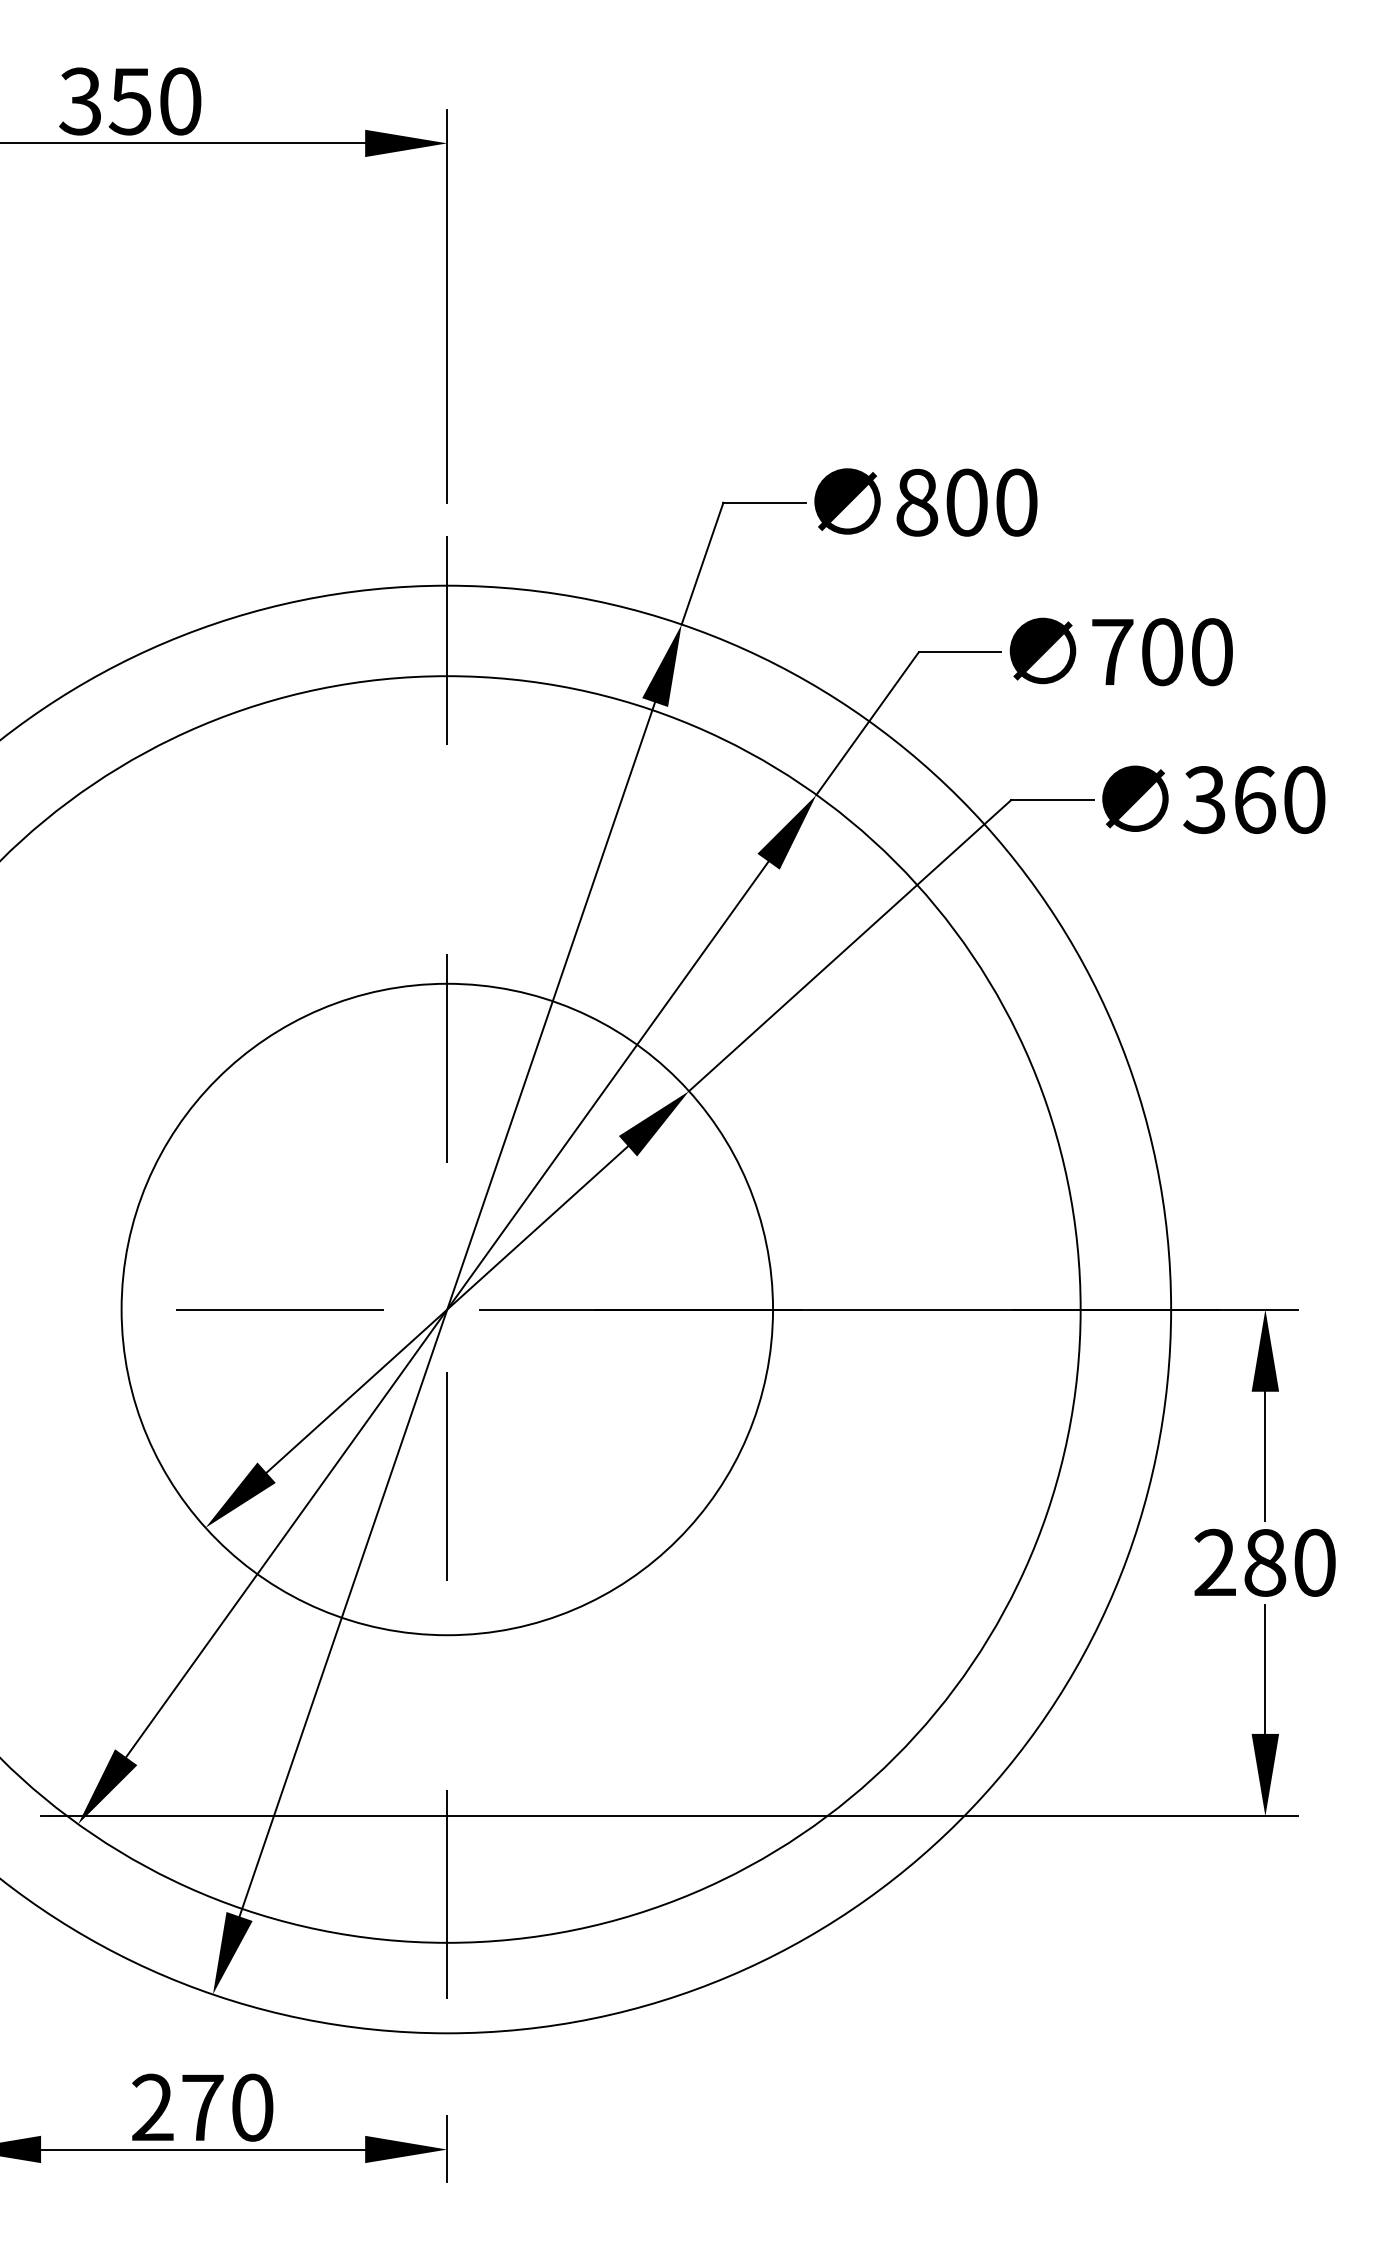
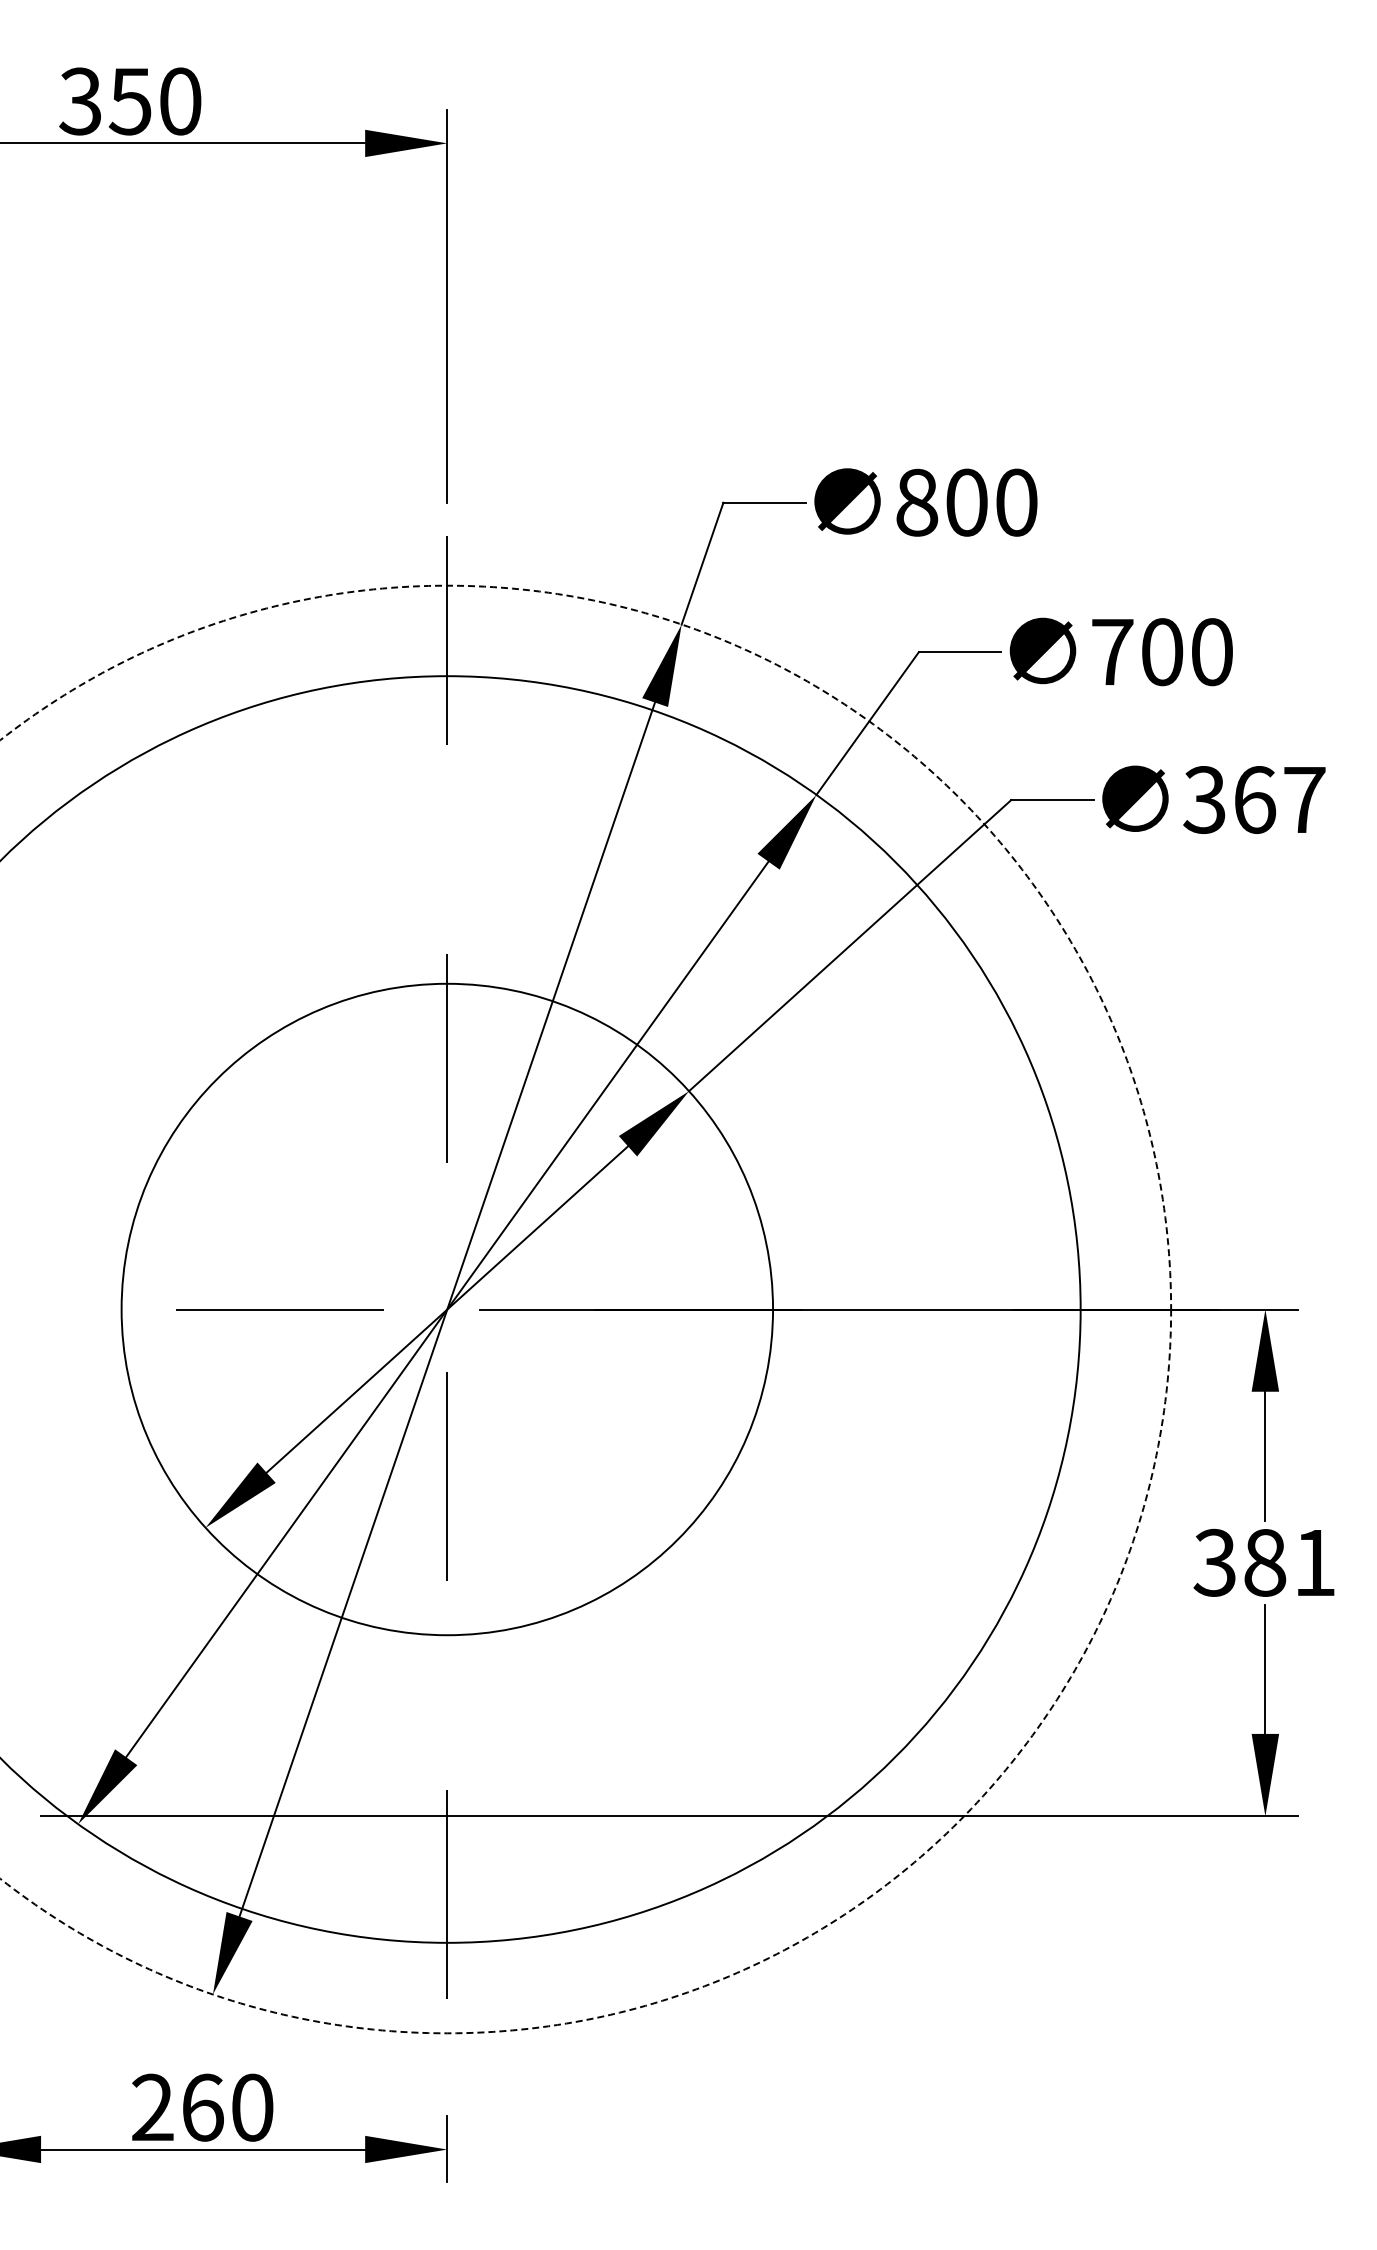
text at (1304, 799): 360 -> 367
circle at (585, 1309): solid -> dashed
text at (1264, 1562): 280 -> 381
text at (202, 2107): 270 -> 260
